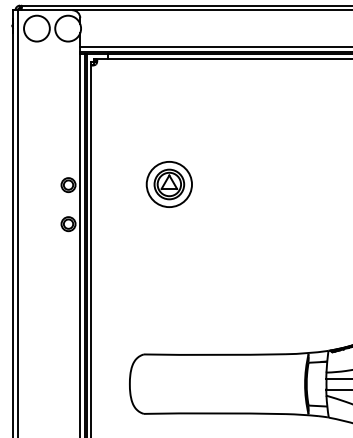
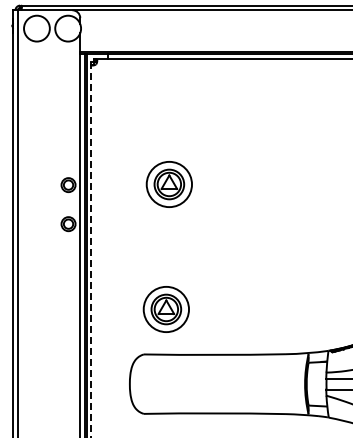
line at (214, 46): present -> none
line at (91, 249): solid -> dashed
part at (165, 309): none -> present
